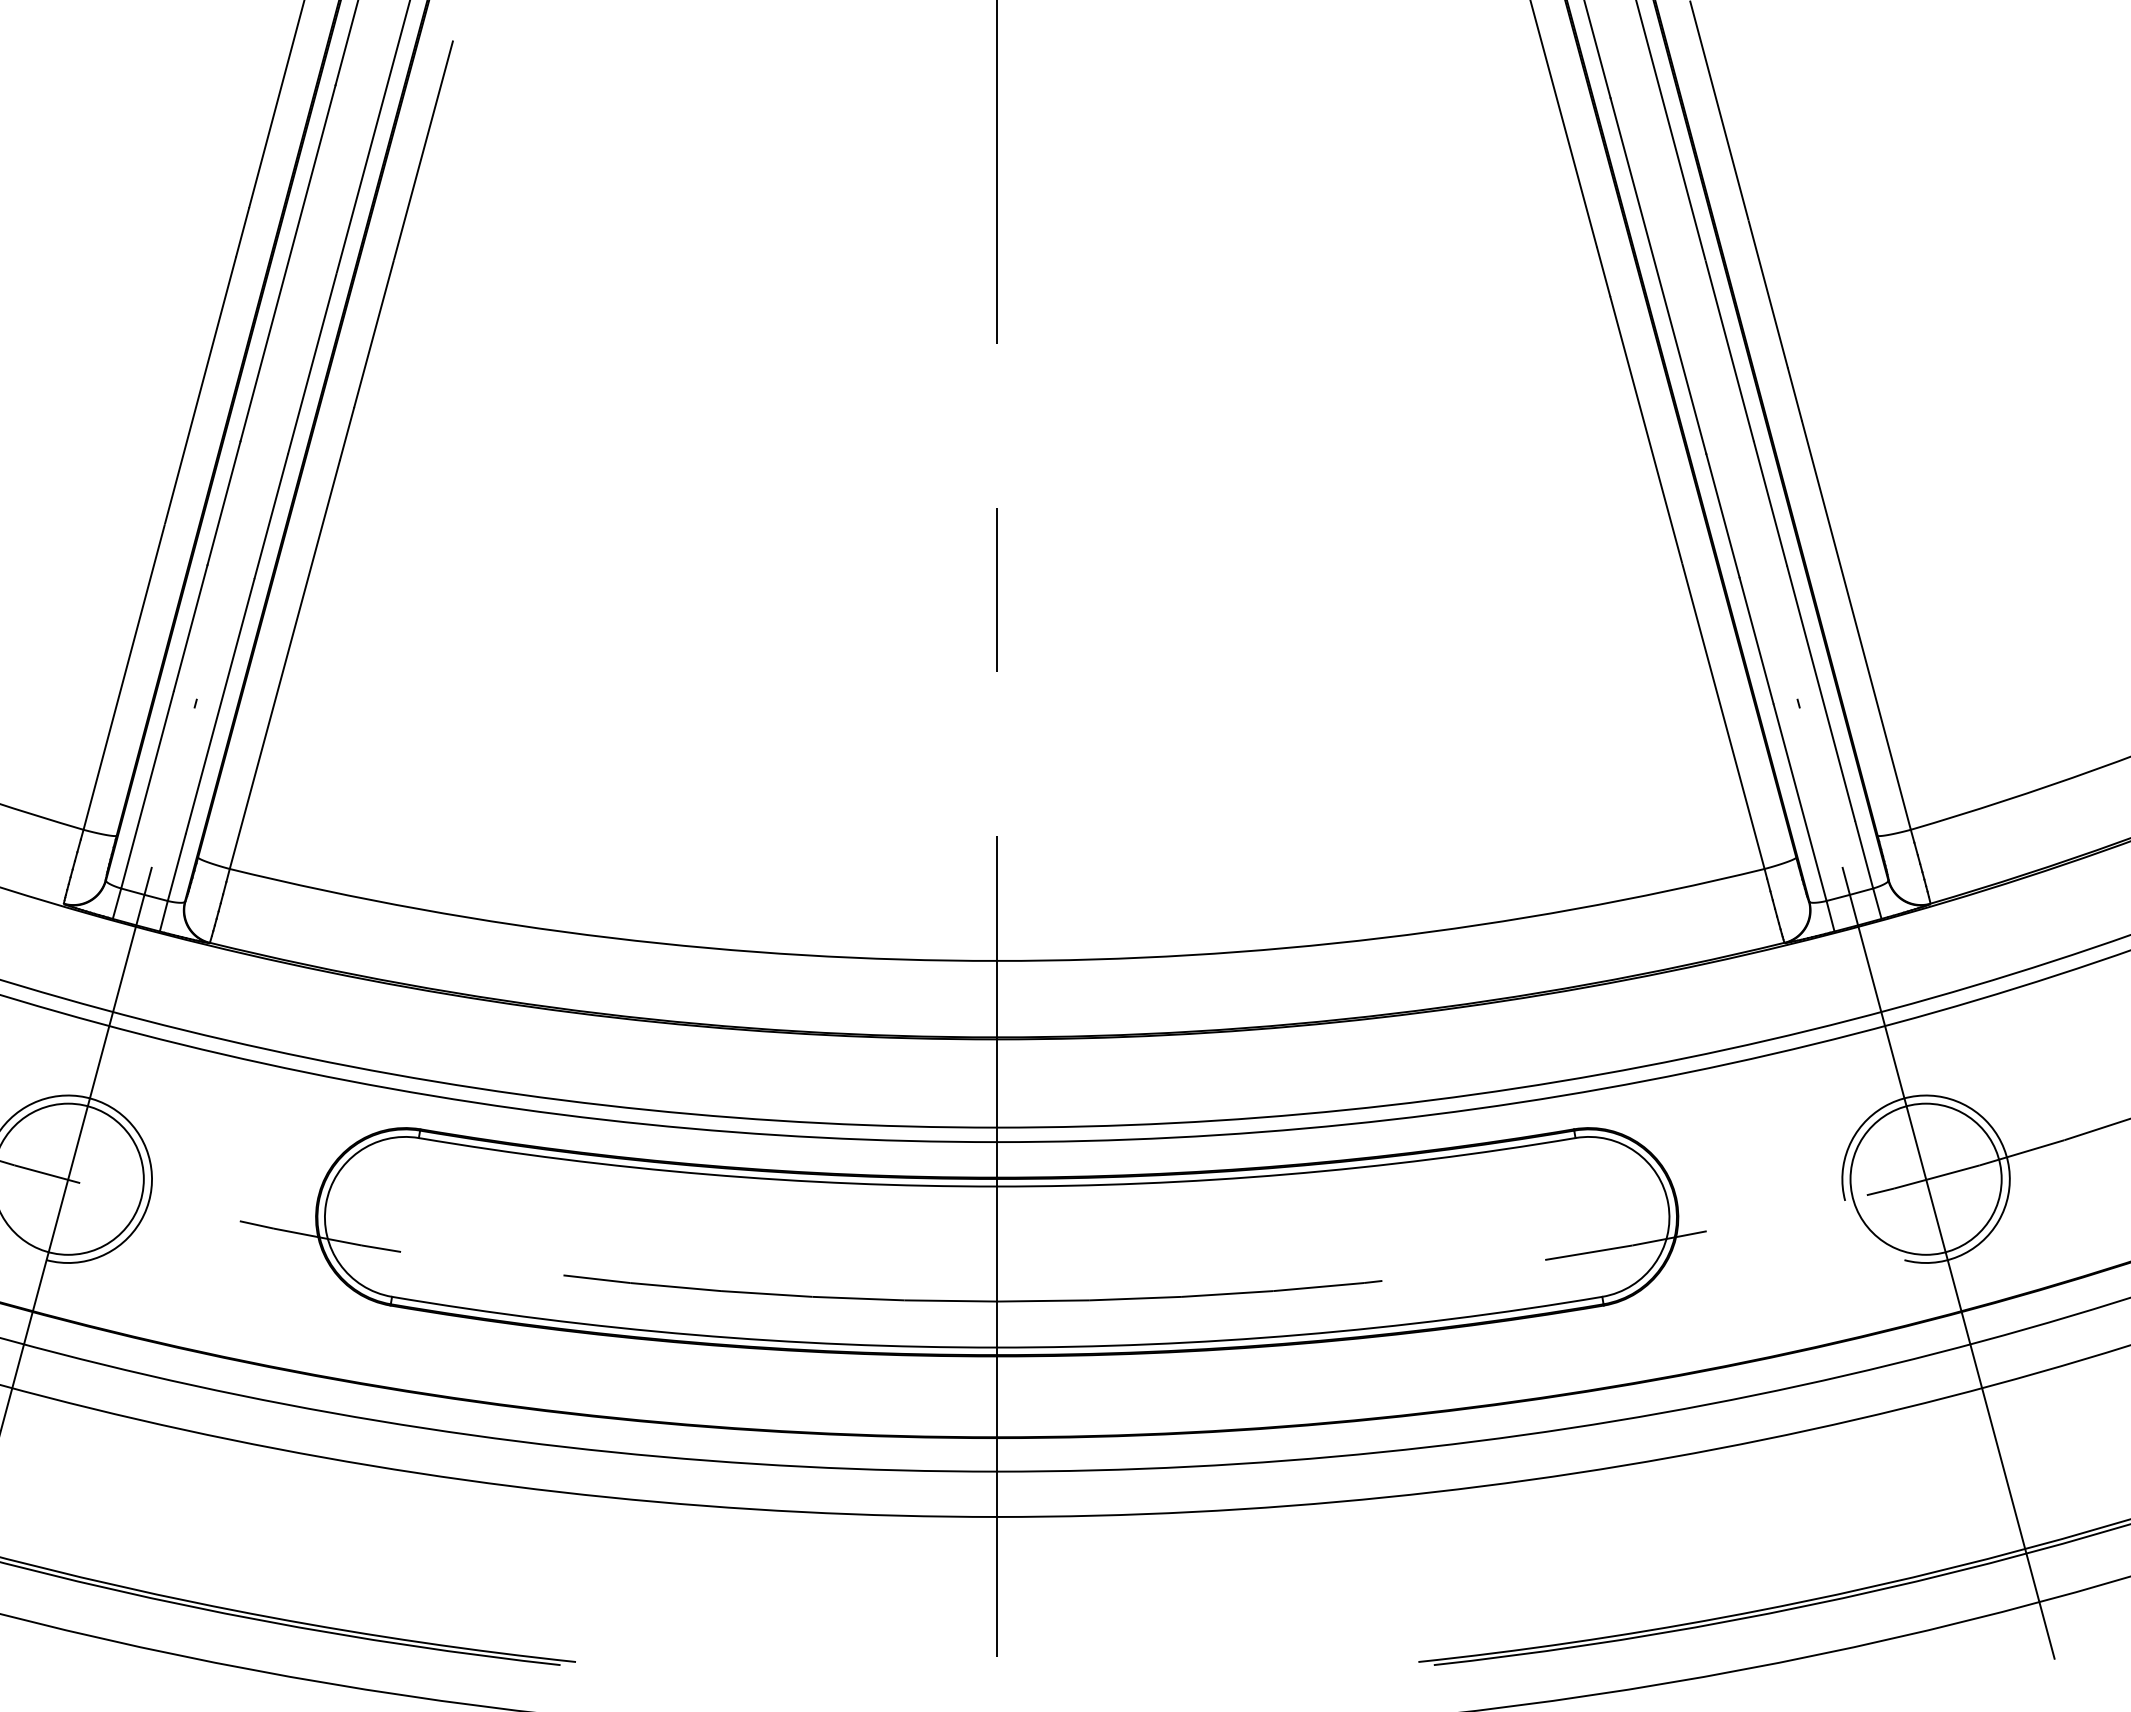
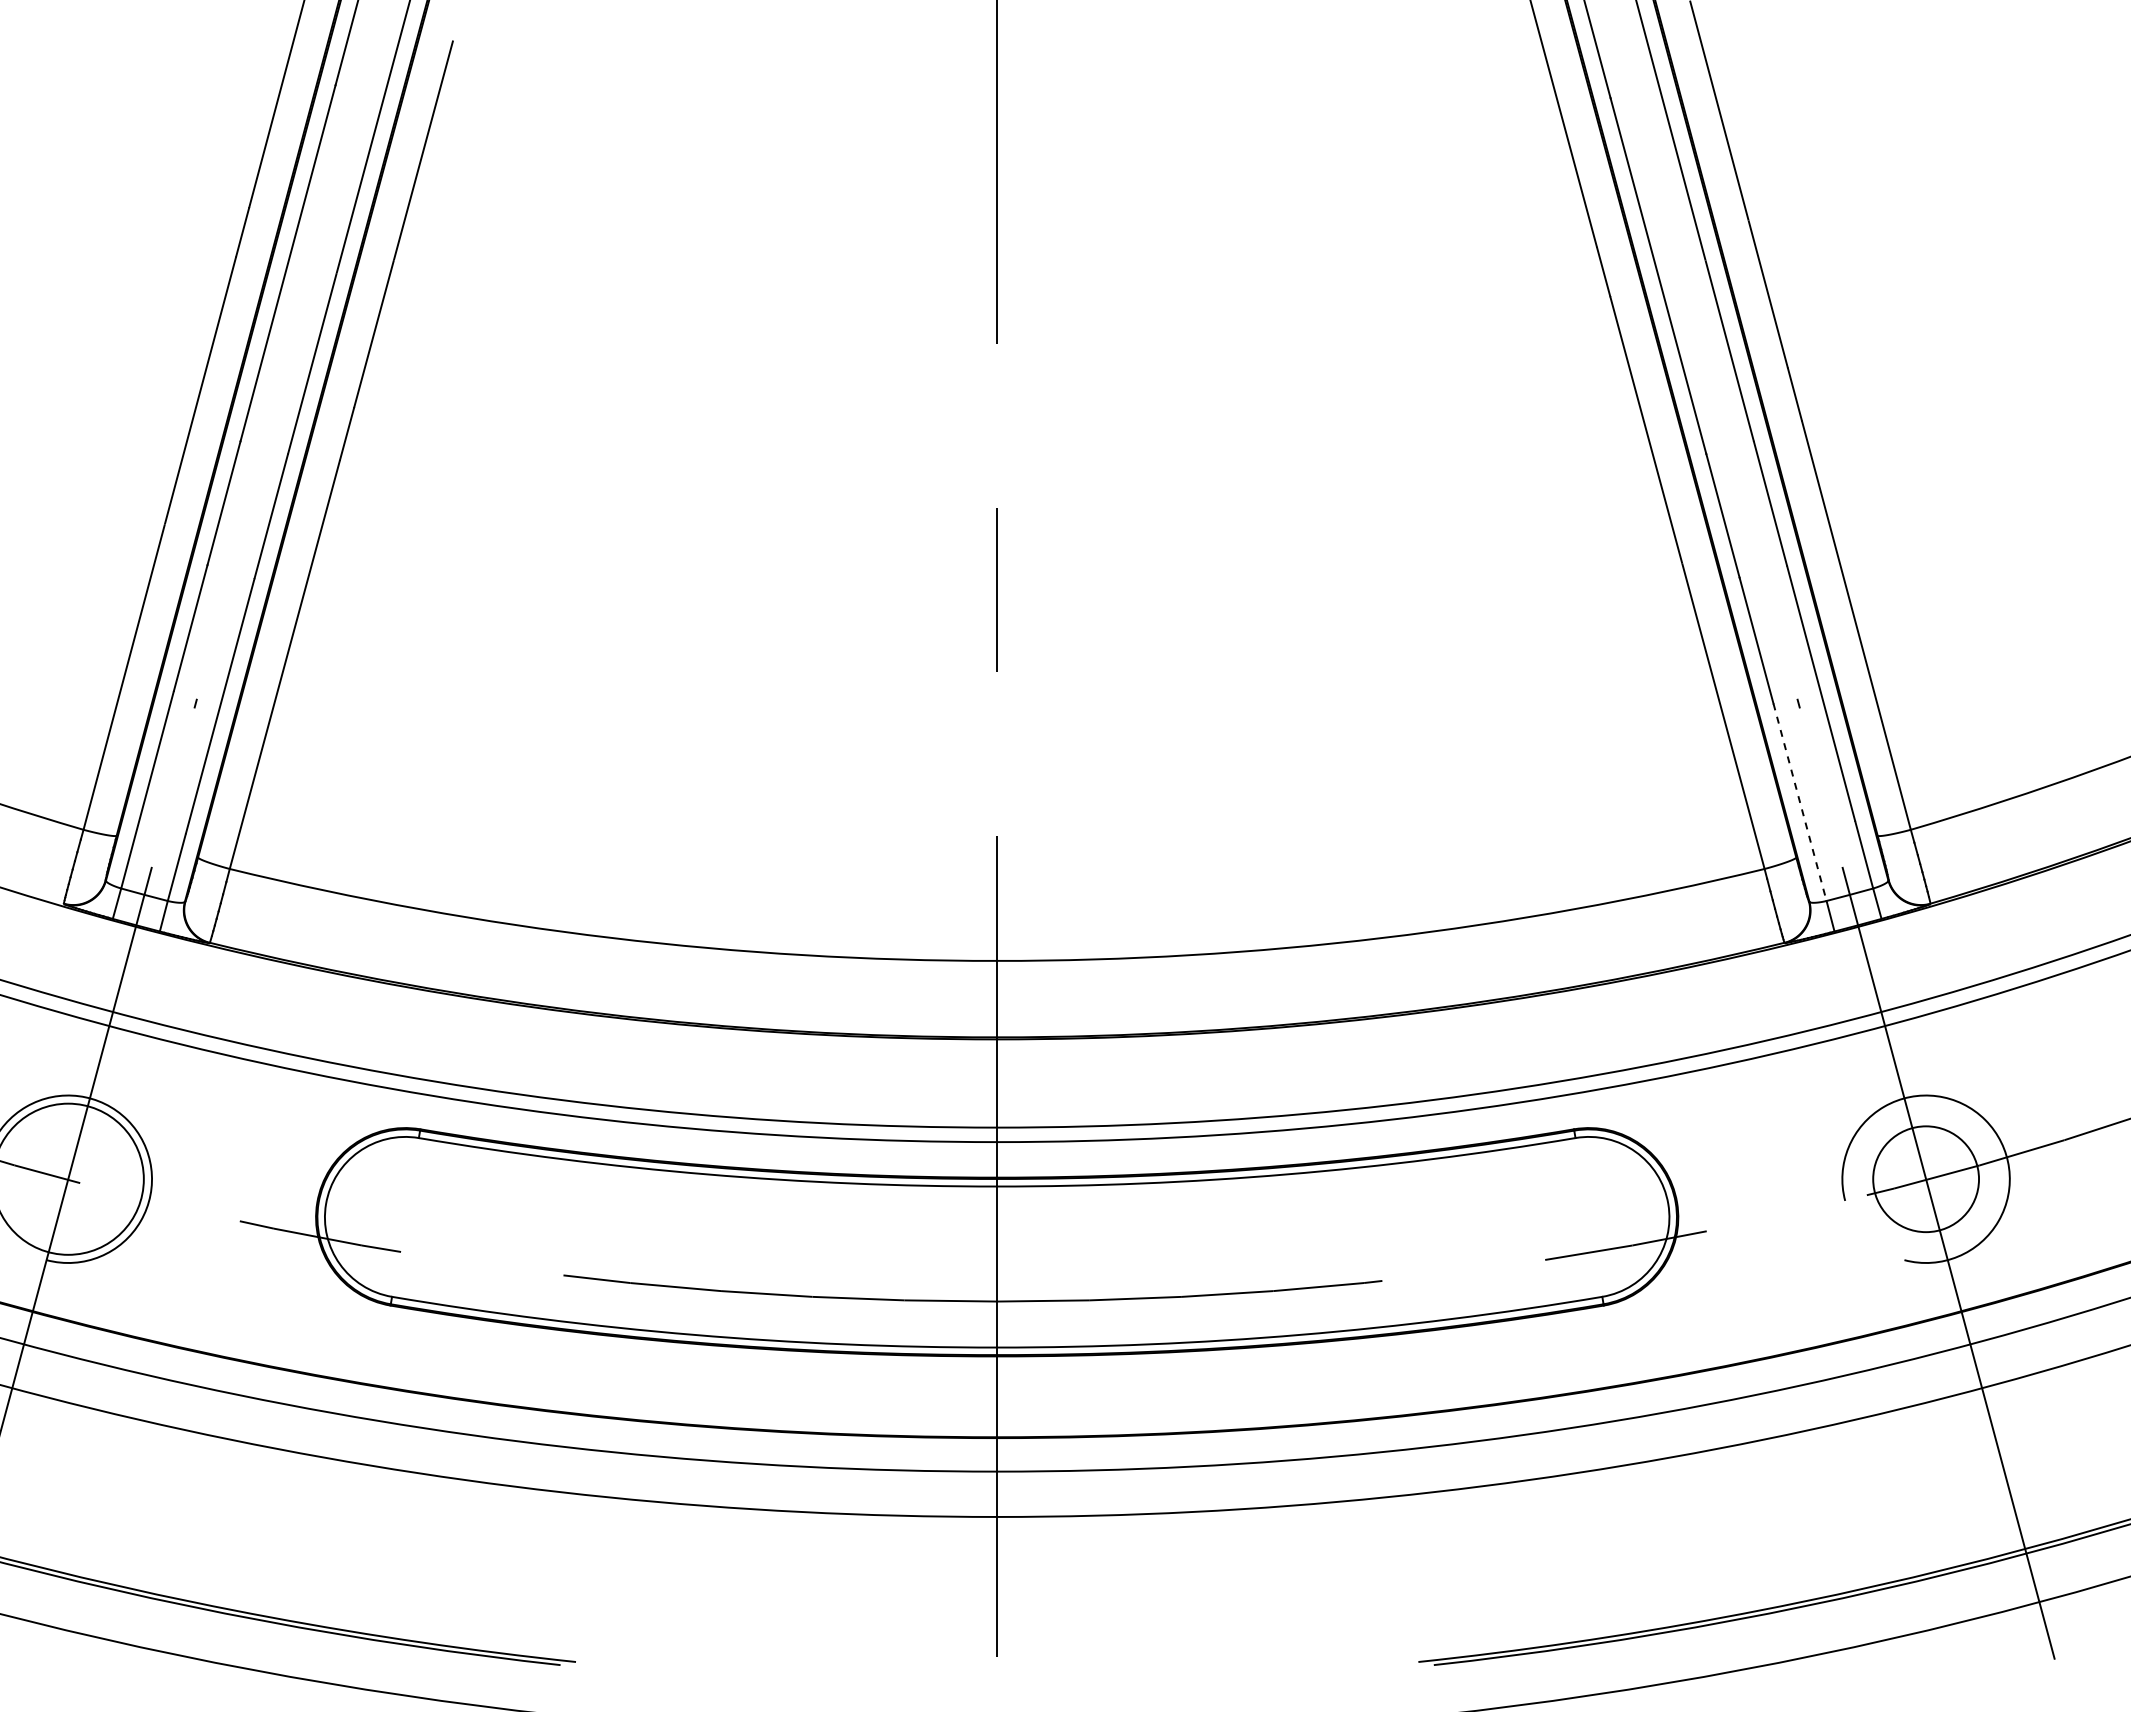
line at (1800, 803): solid -> dashed
circle at (1925, 1178) diameter: 151 px -> 106 px
